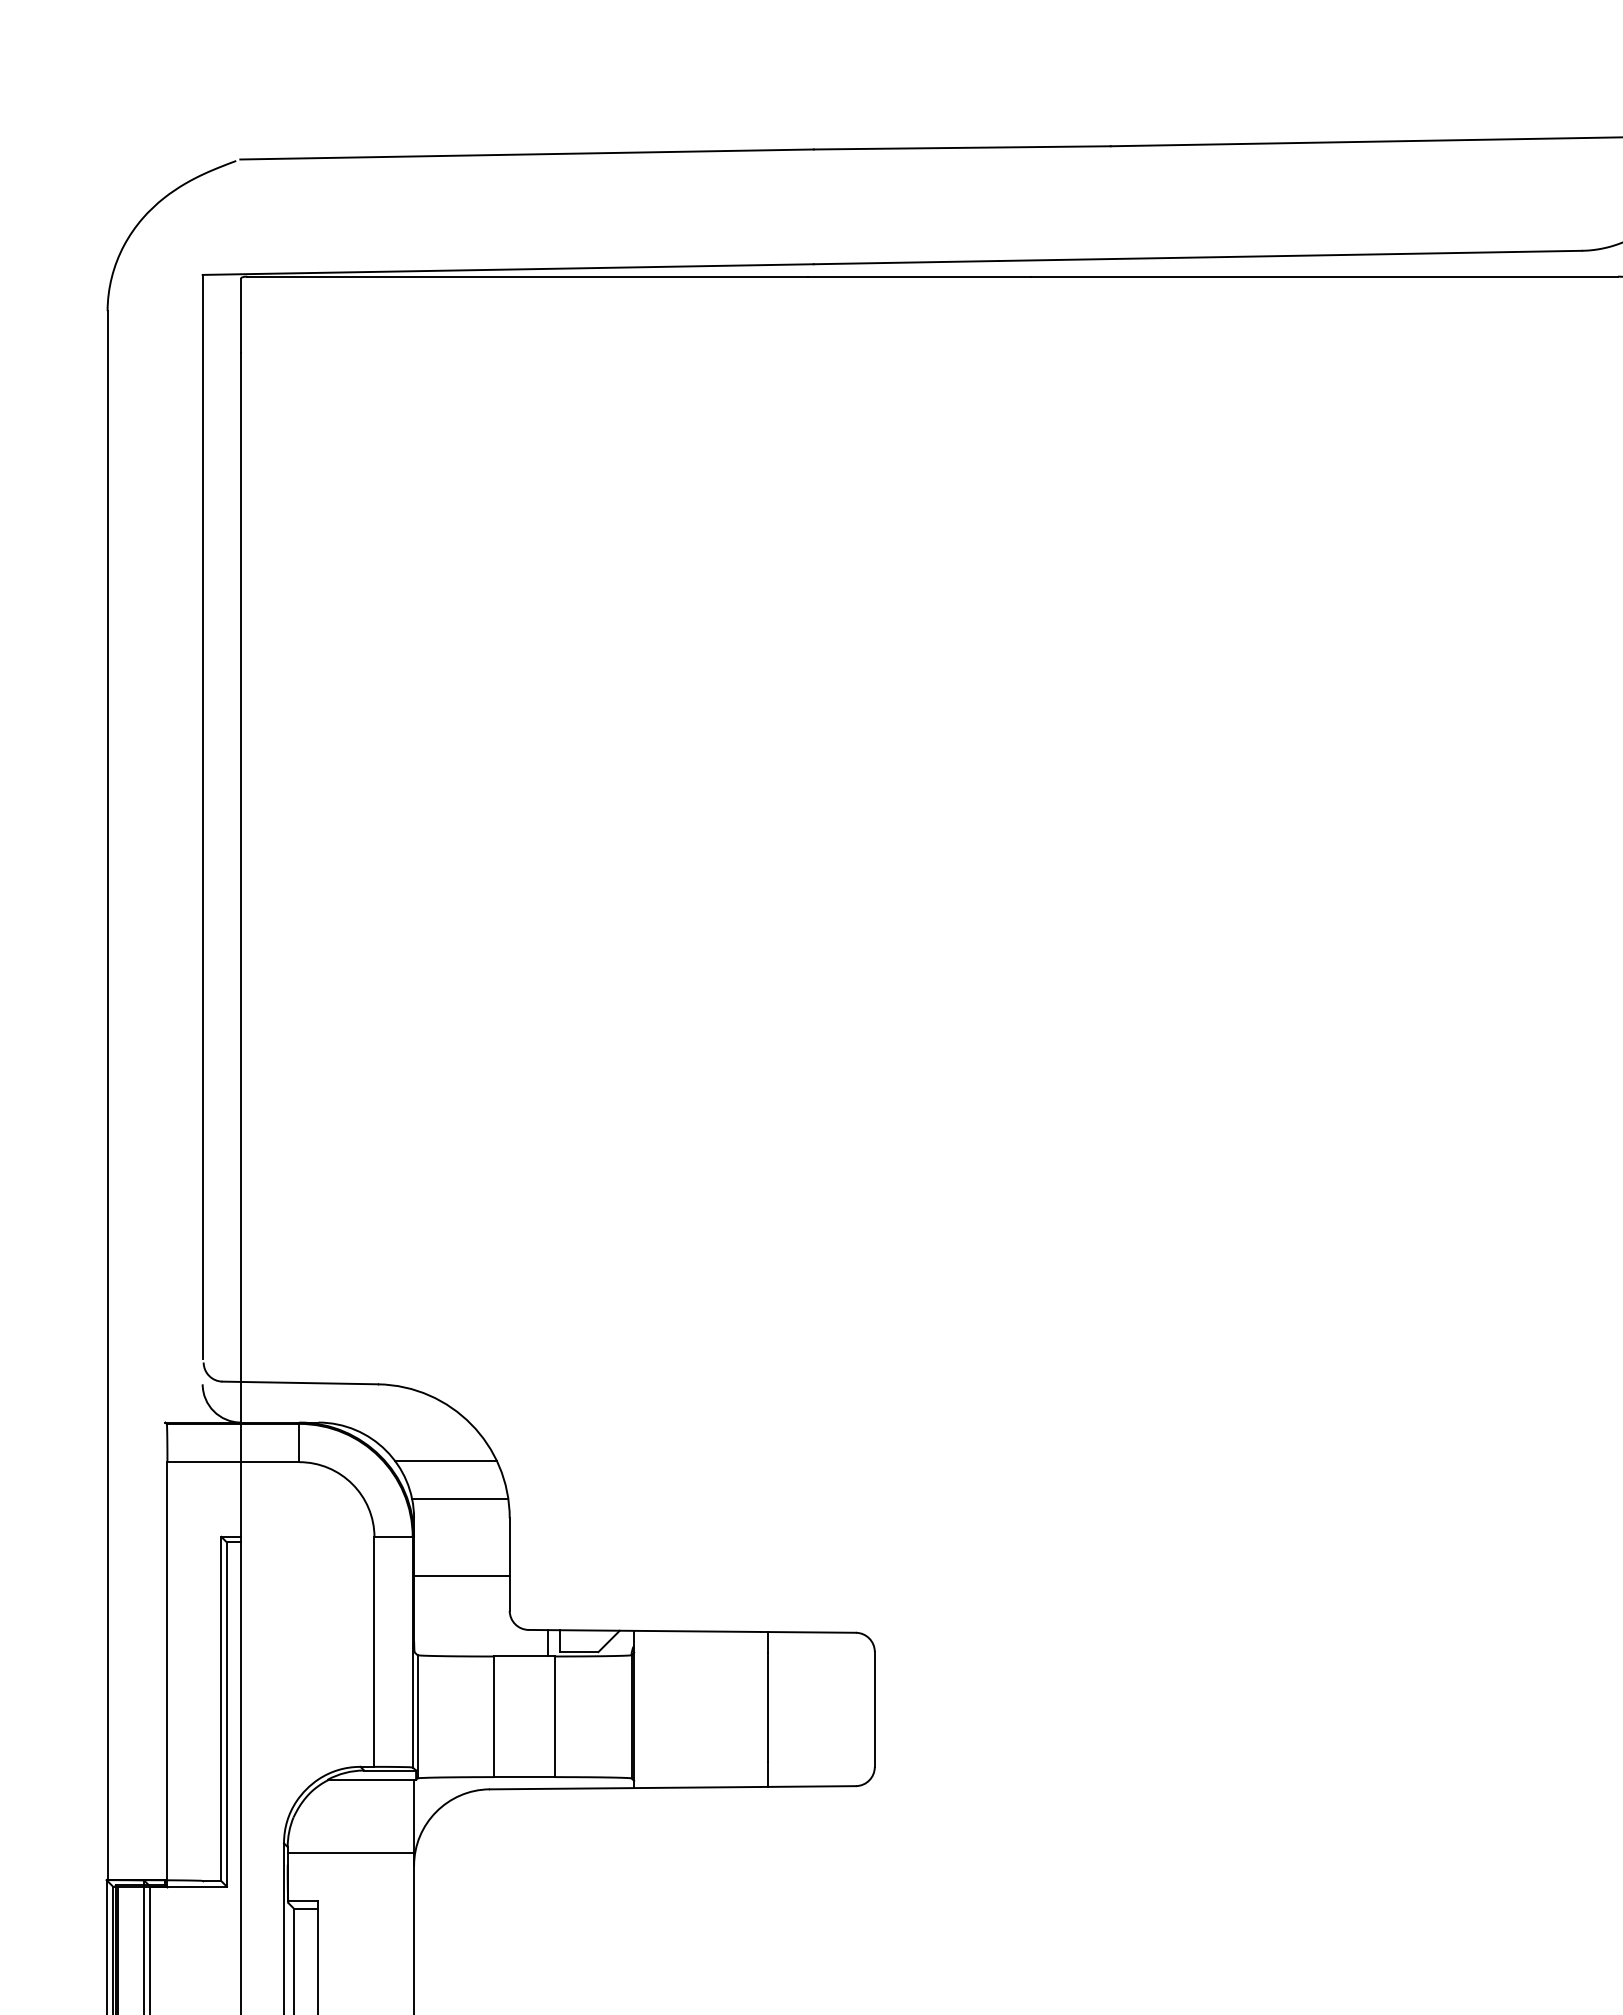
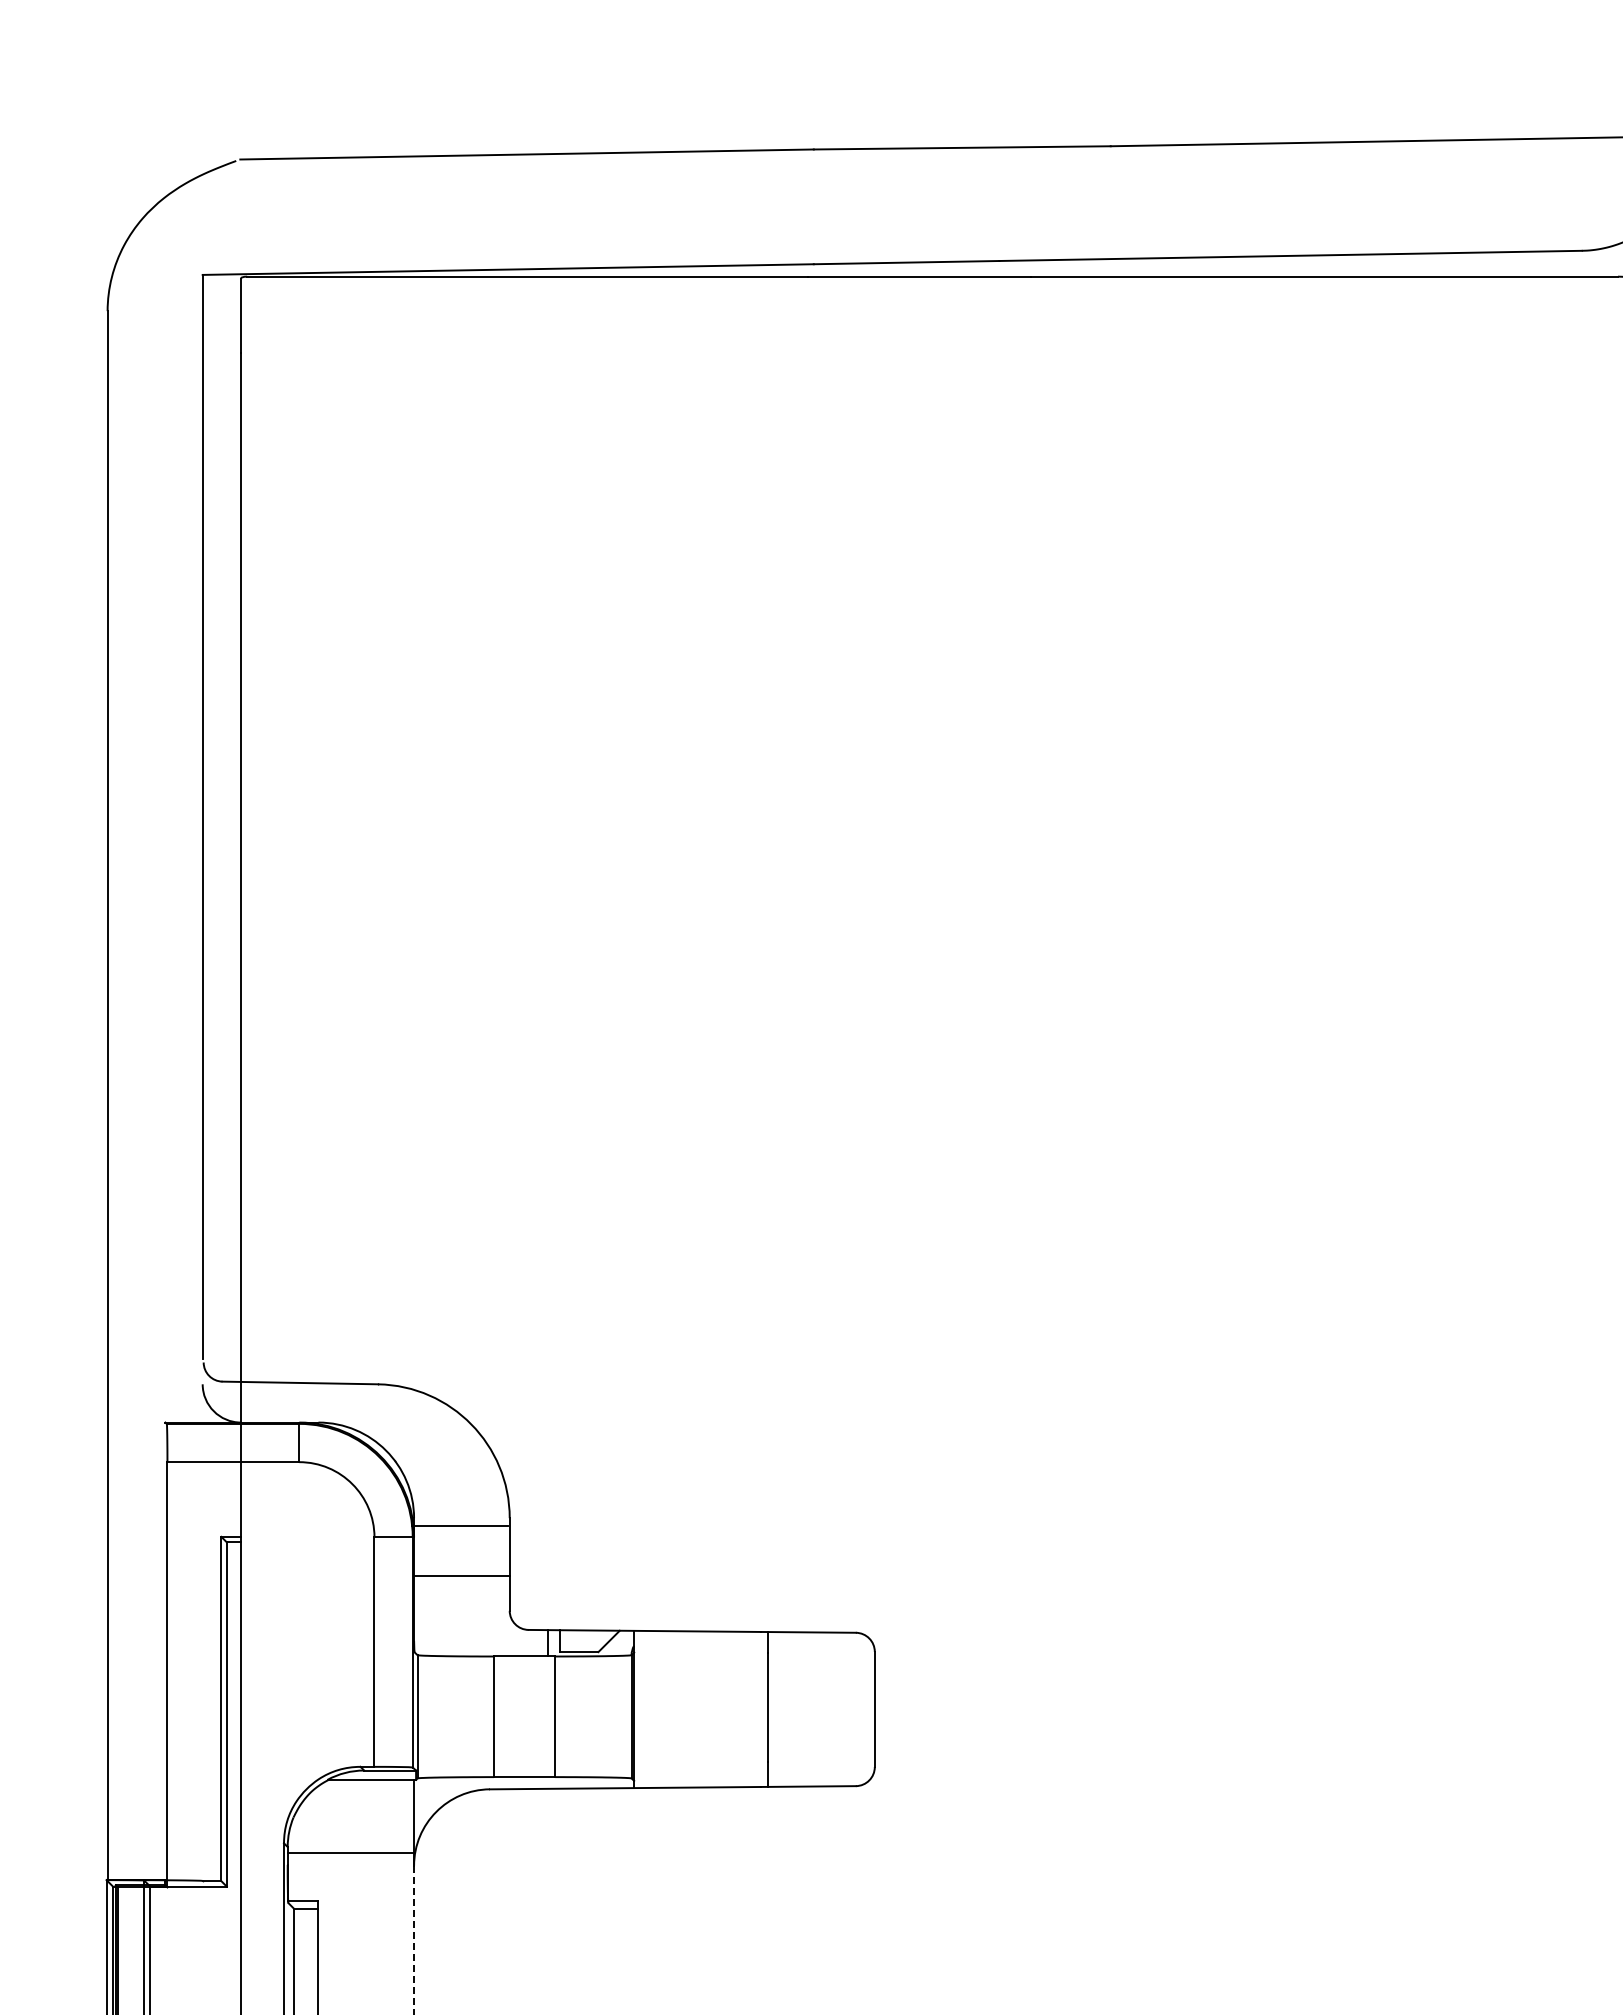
line at (445, 1460): present -> none
line at (460, 1499) position: (460, 1499) -> (460, 1526)
line at (414, 1940): solid -> dashed
